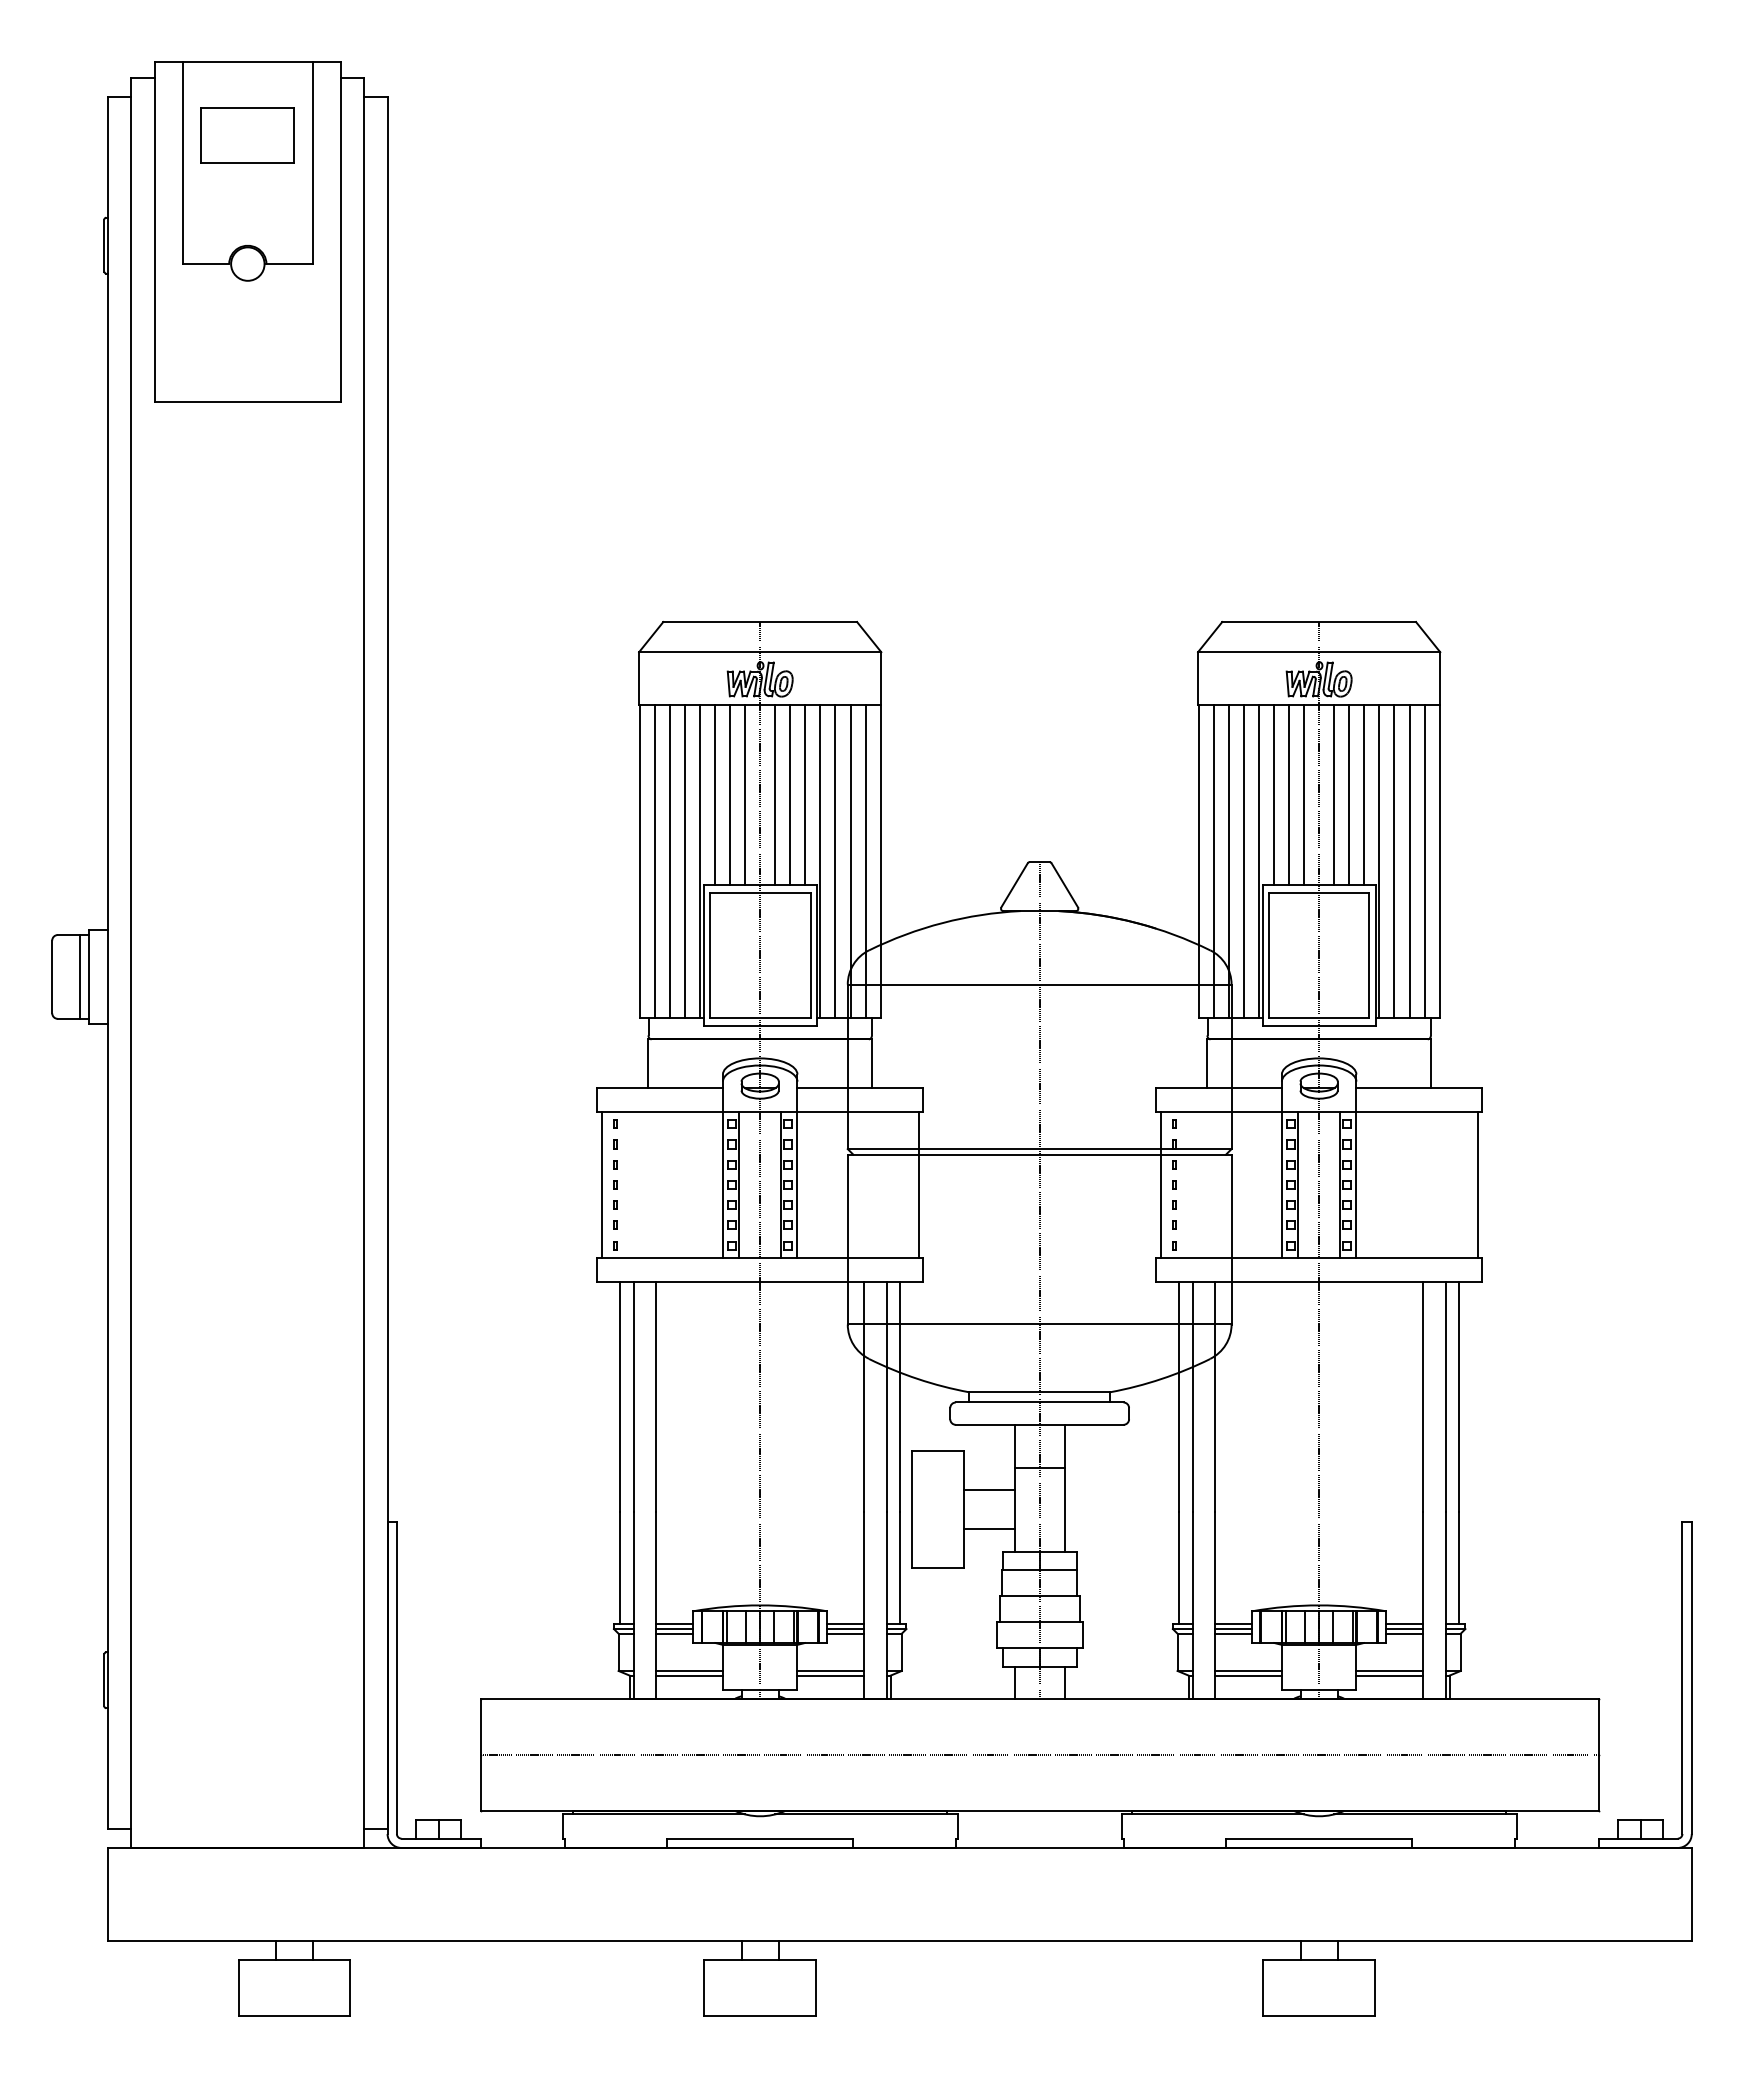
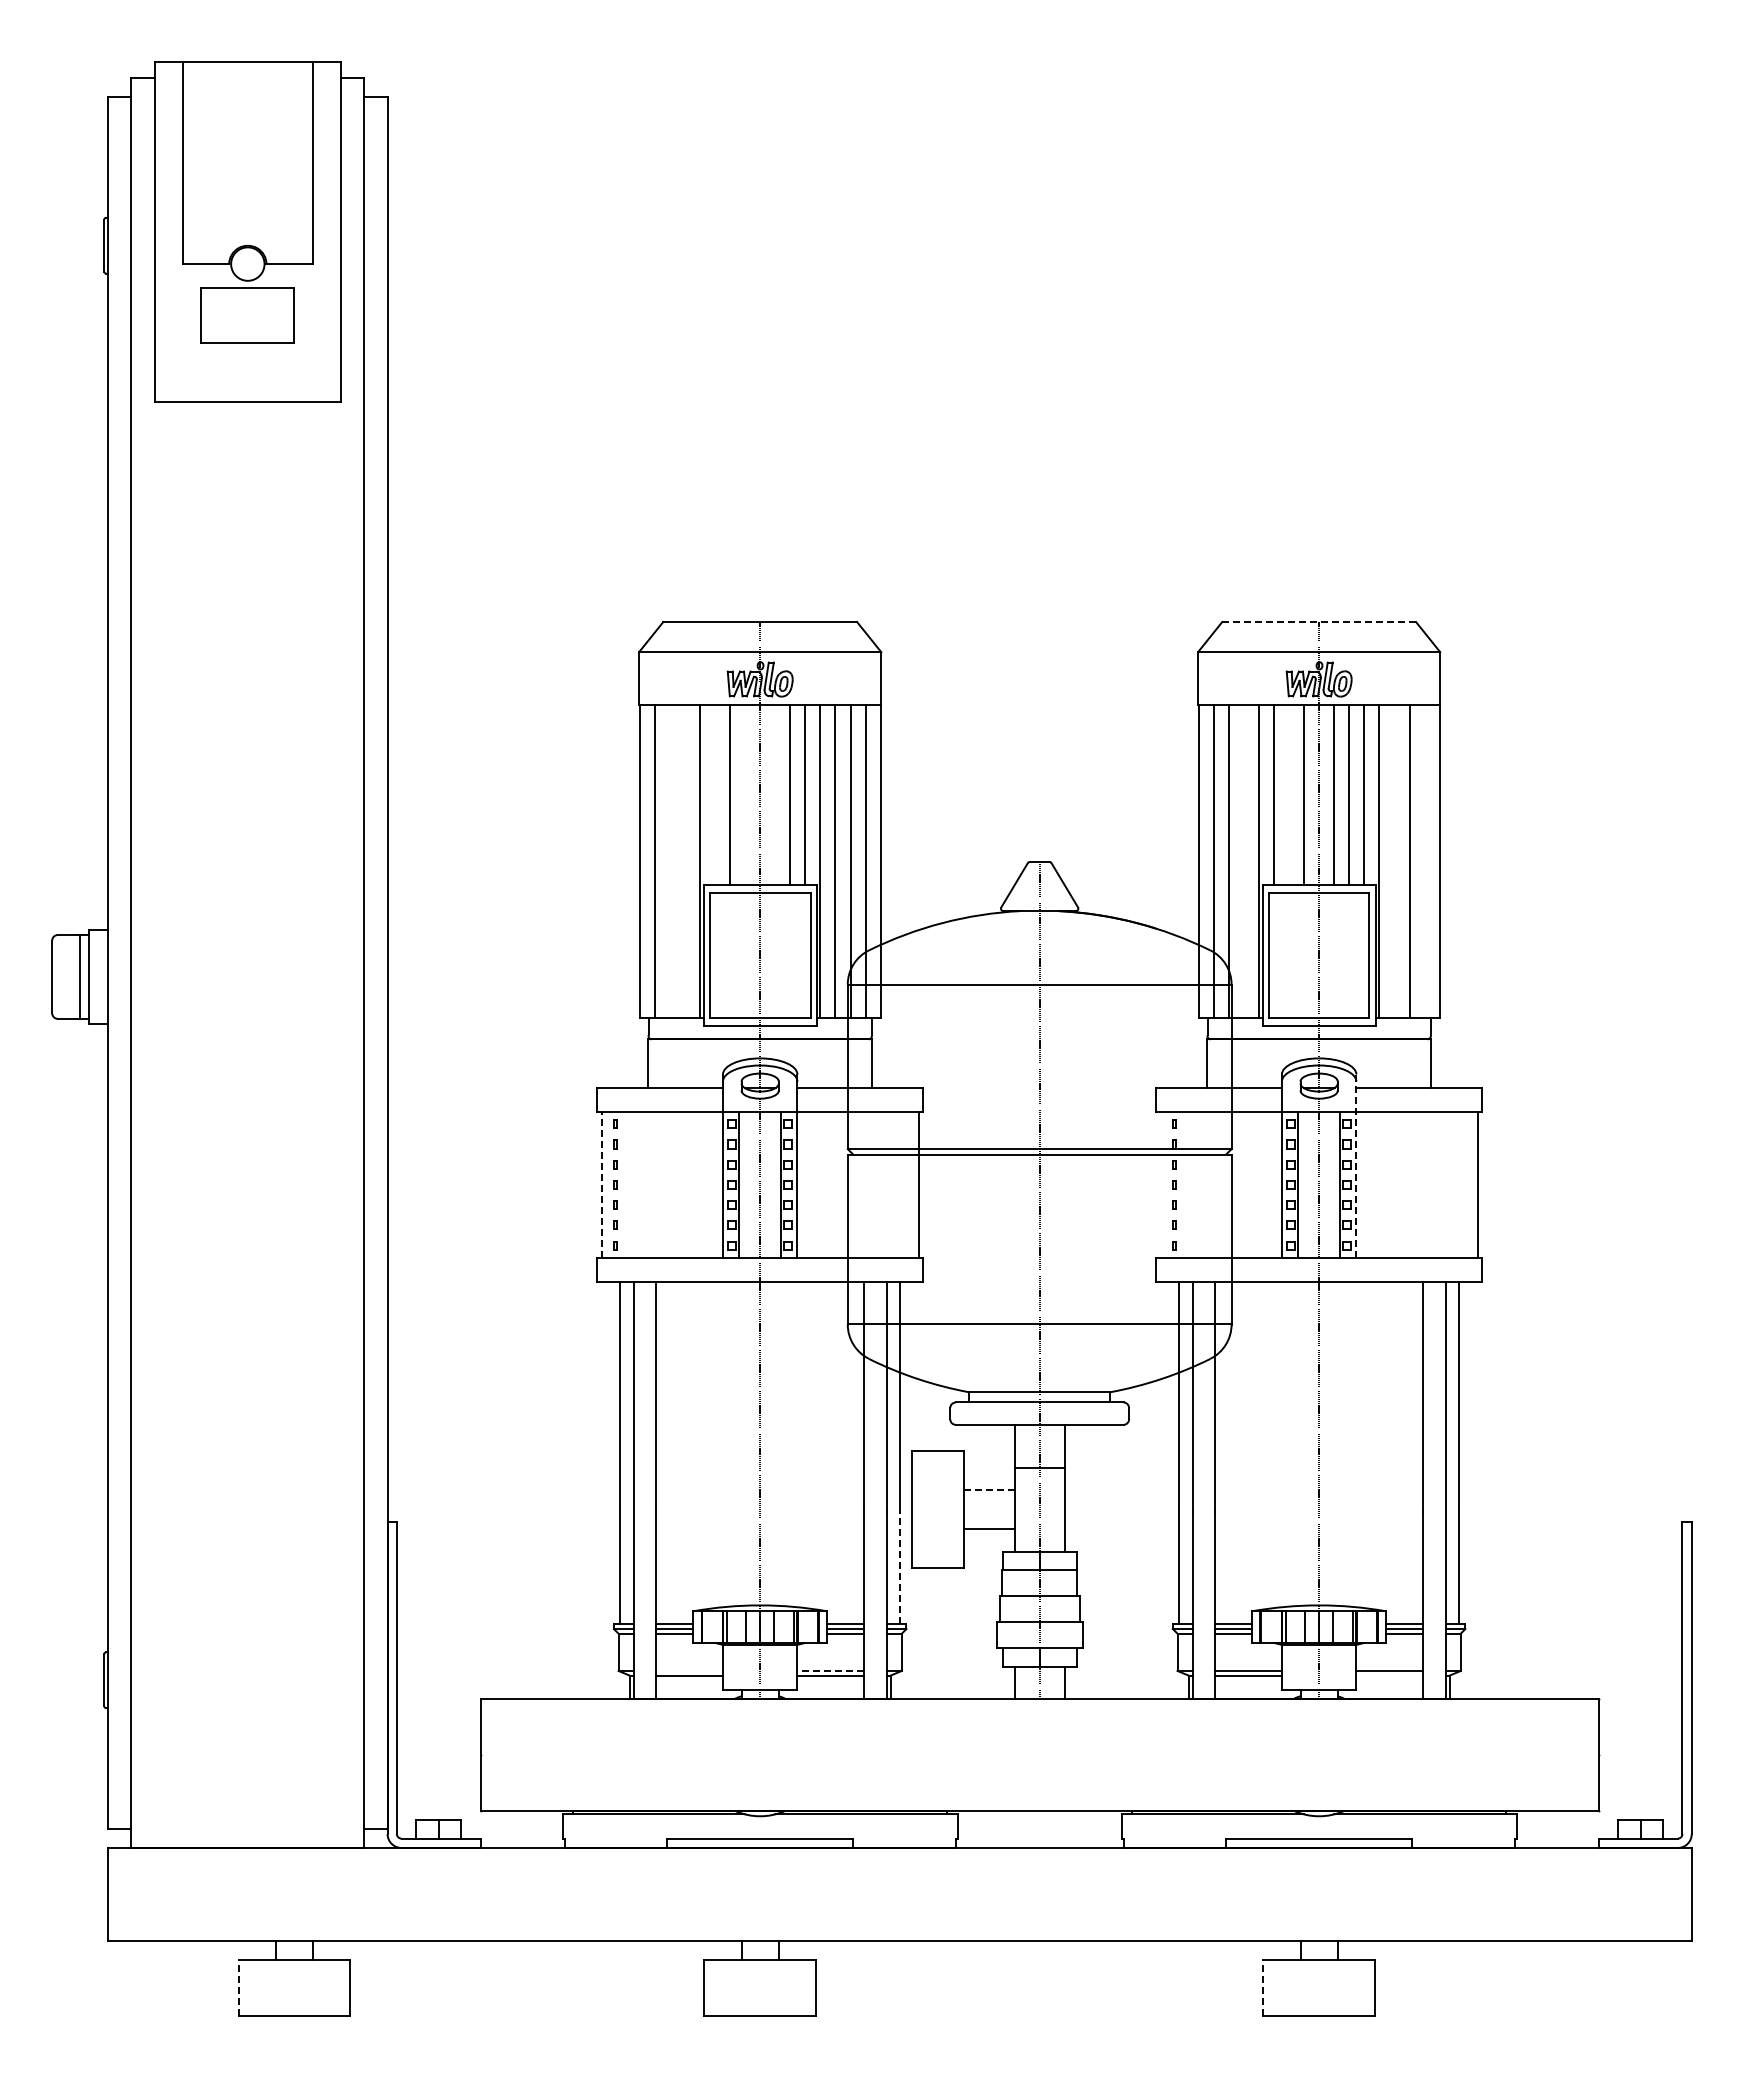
part at (247, 135) position: (247, 135) -> (247, 315)
line at (1319, 622): solid -> dashed
line at (715, 795): present -> none
line at (745, 795): present -> none
line at (775, 795): present -> none
line at (1288, 795): present -> none
line at (669, 861): present -> none
line at (684, 861): present -> none
line at (1243, 861): present -> none
line at (1394, 861): present -> none
line at (1424, 861): present -> none
line at (1356, 1166): solid -> dashed
line at (601, 1184): solid -> dashed
line at (1160, 1184): present -> none
line at (989, 1489): solid -> dashed
line at (899, 1568): solid -> dashed
line at (689, 1670): present -> none
line at (830, 1670): solid -> dashed
line at (1389, 1675): present -> none
line at (1039, 1754): present -> none
line at (238, 1987): solid -> dashed
line at (1263, 1987): solid -> dashed
